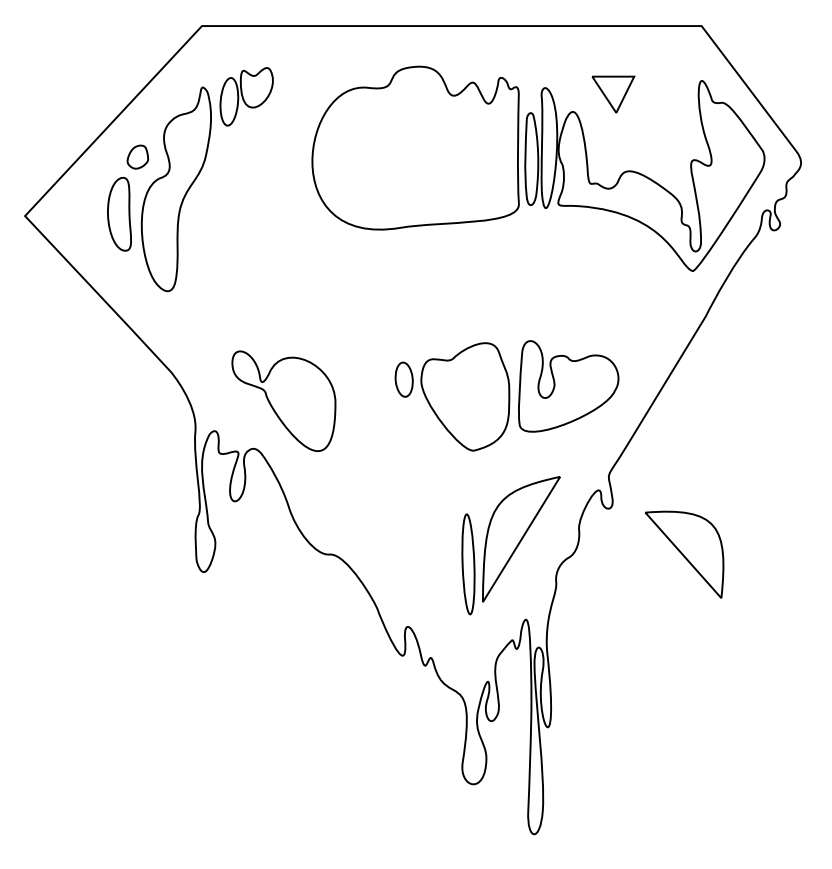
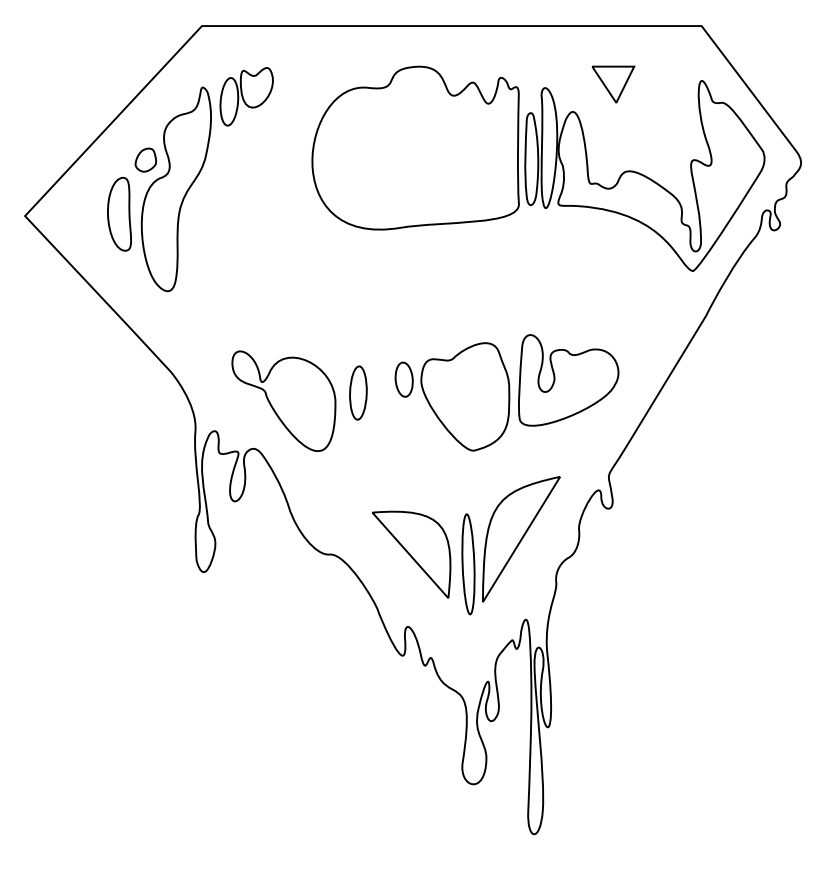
part at (613, 94) position: (613, 94) -> (613, 84)
part at (137, 156) position: (137, 156) -> (145, 159)
part at (568, 386) position: (568, 386) -> (568, 380)
part at (358, 392): none -> present
part at (684, 554) position: (684, 554) -> (411, 554)
